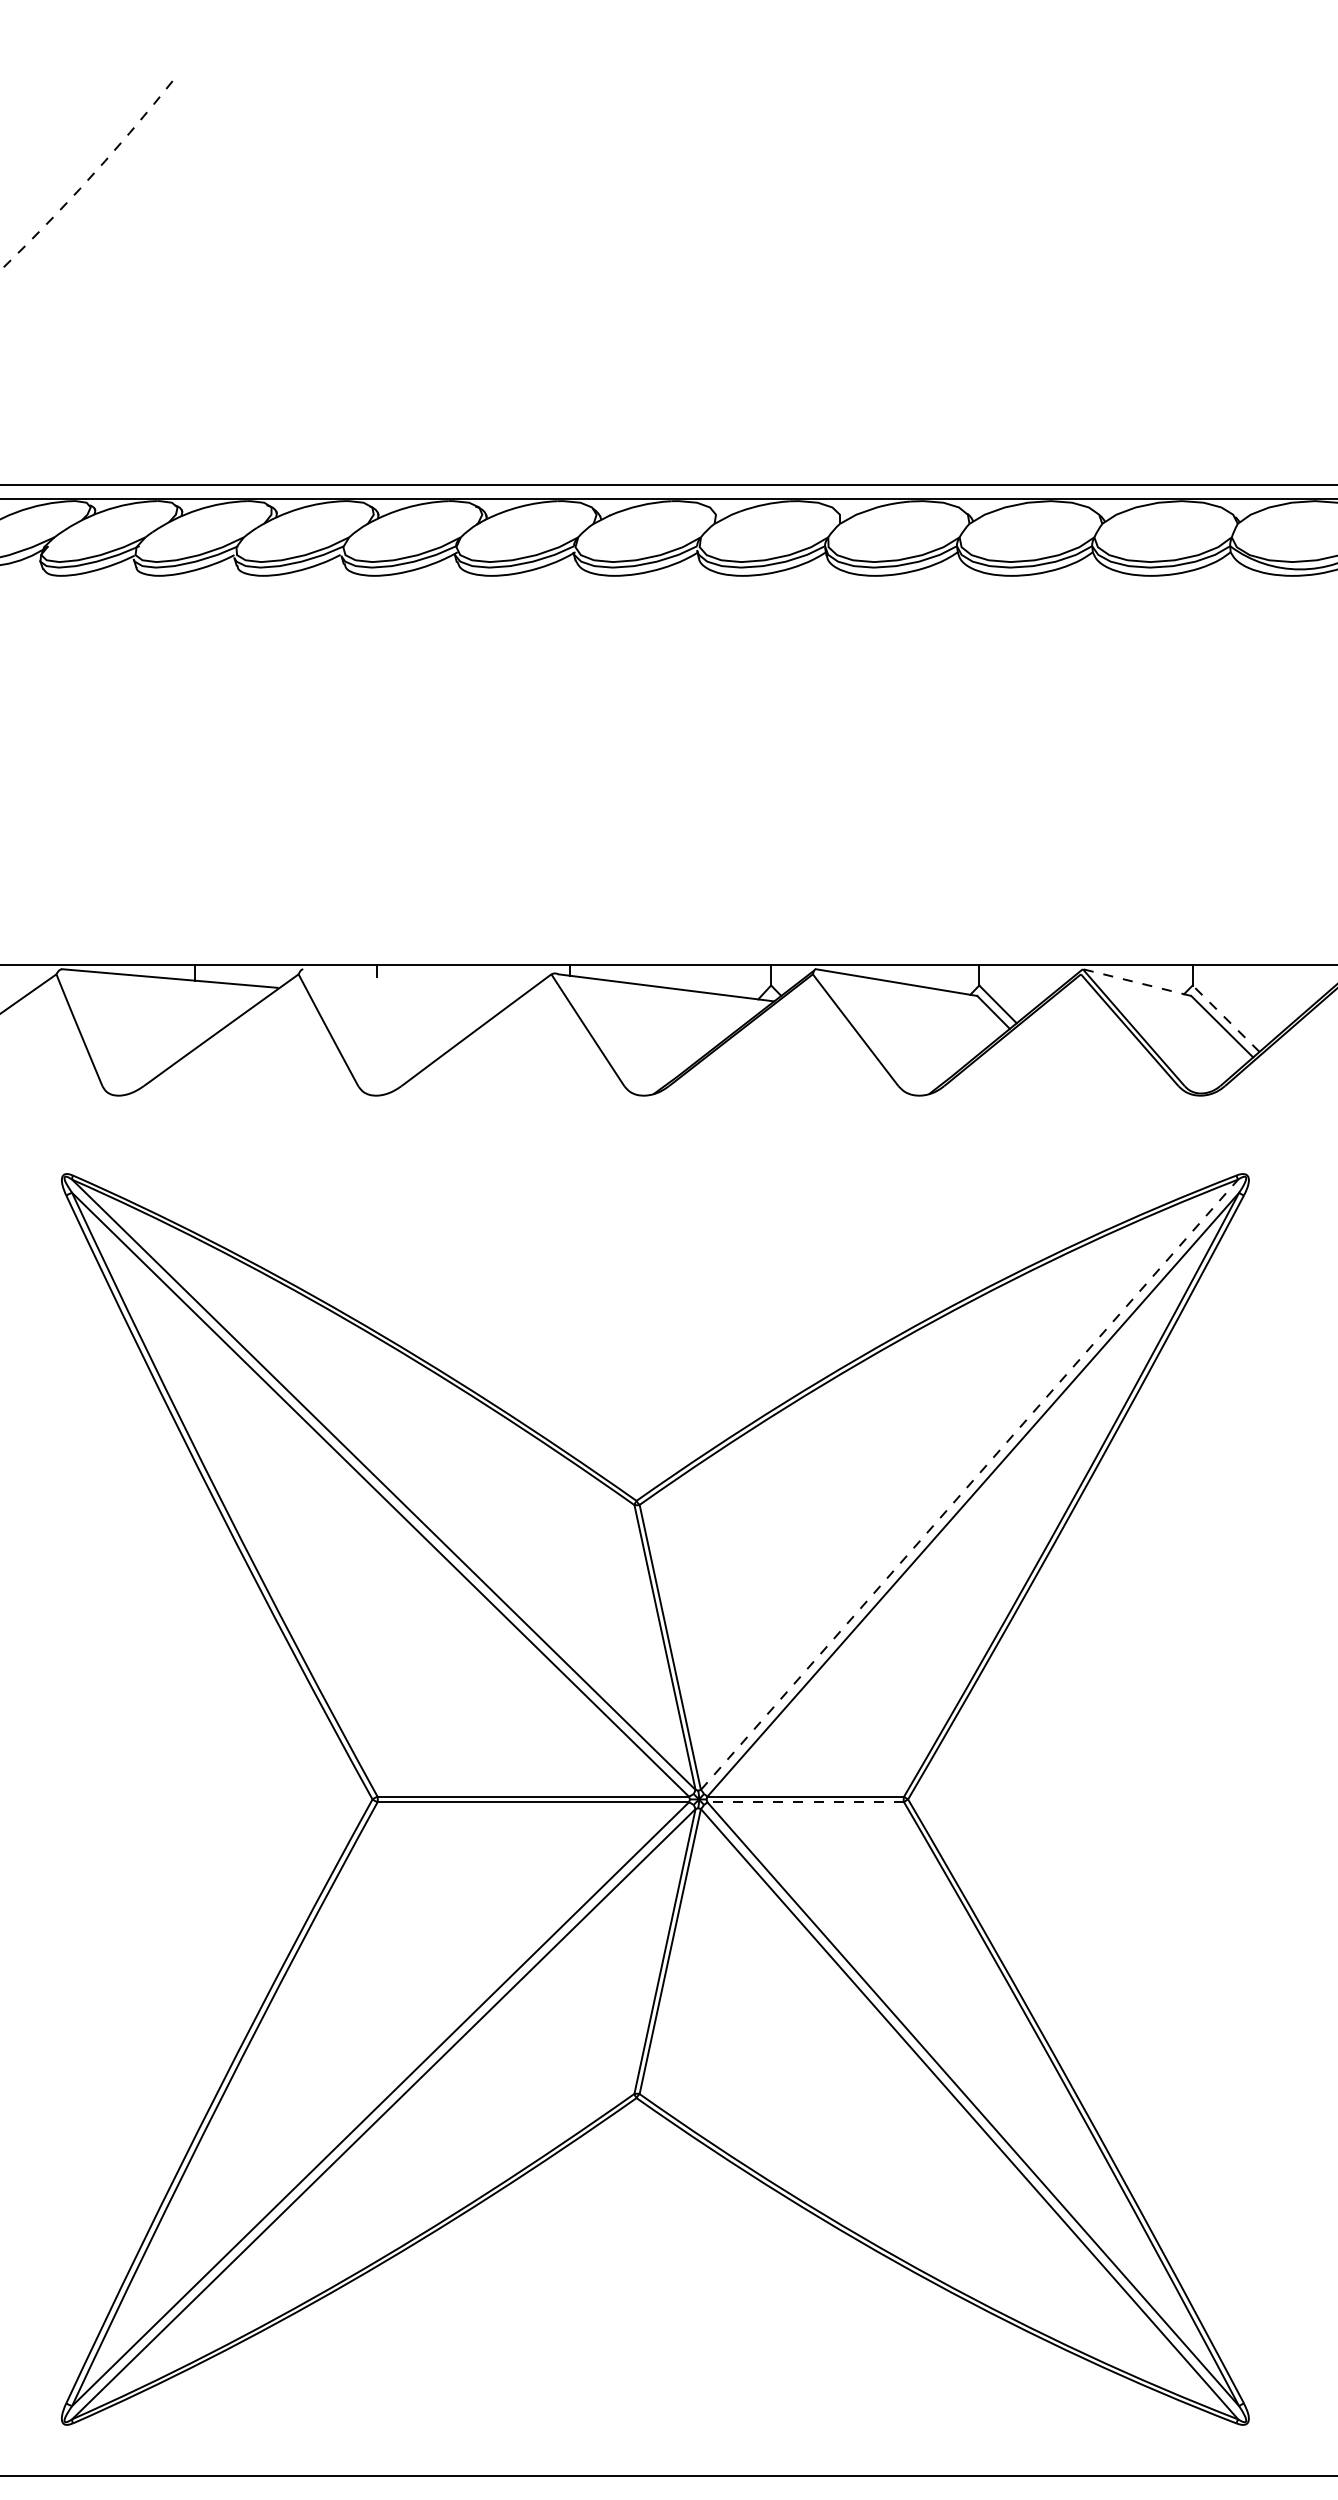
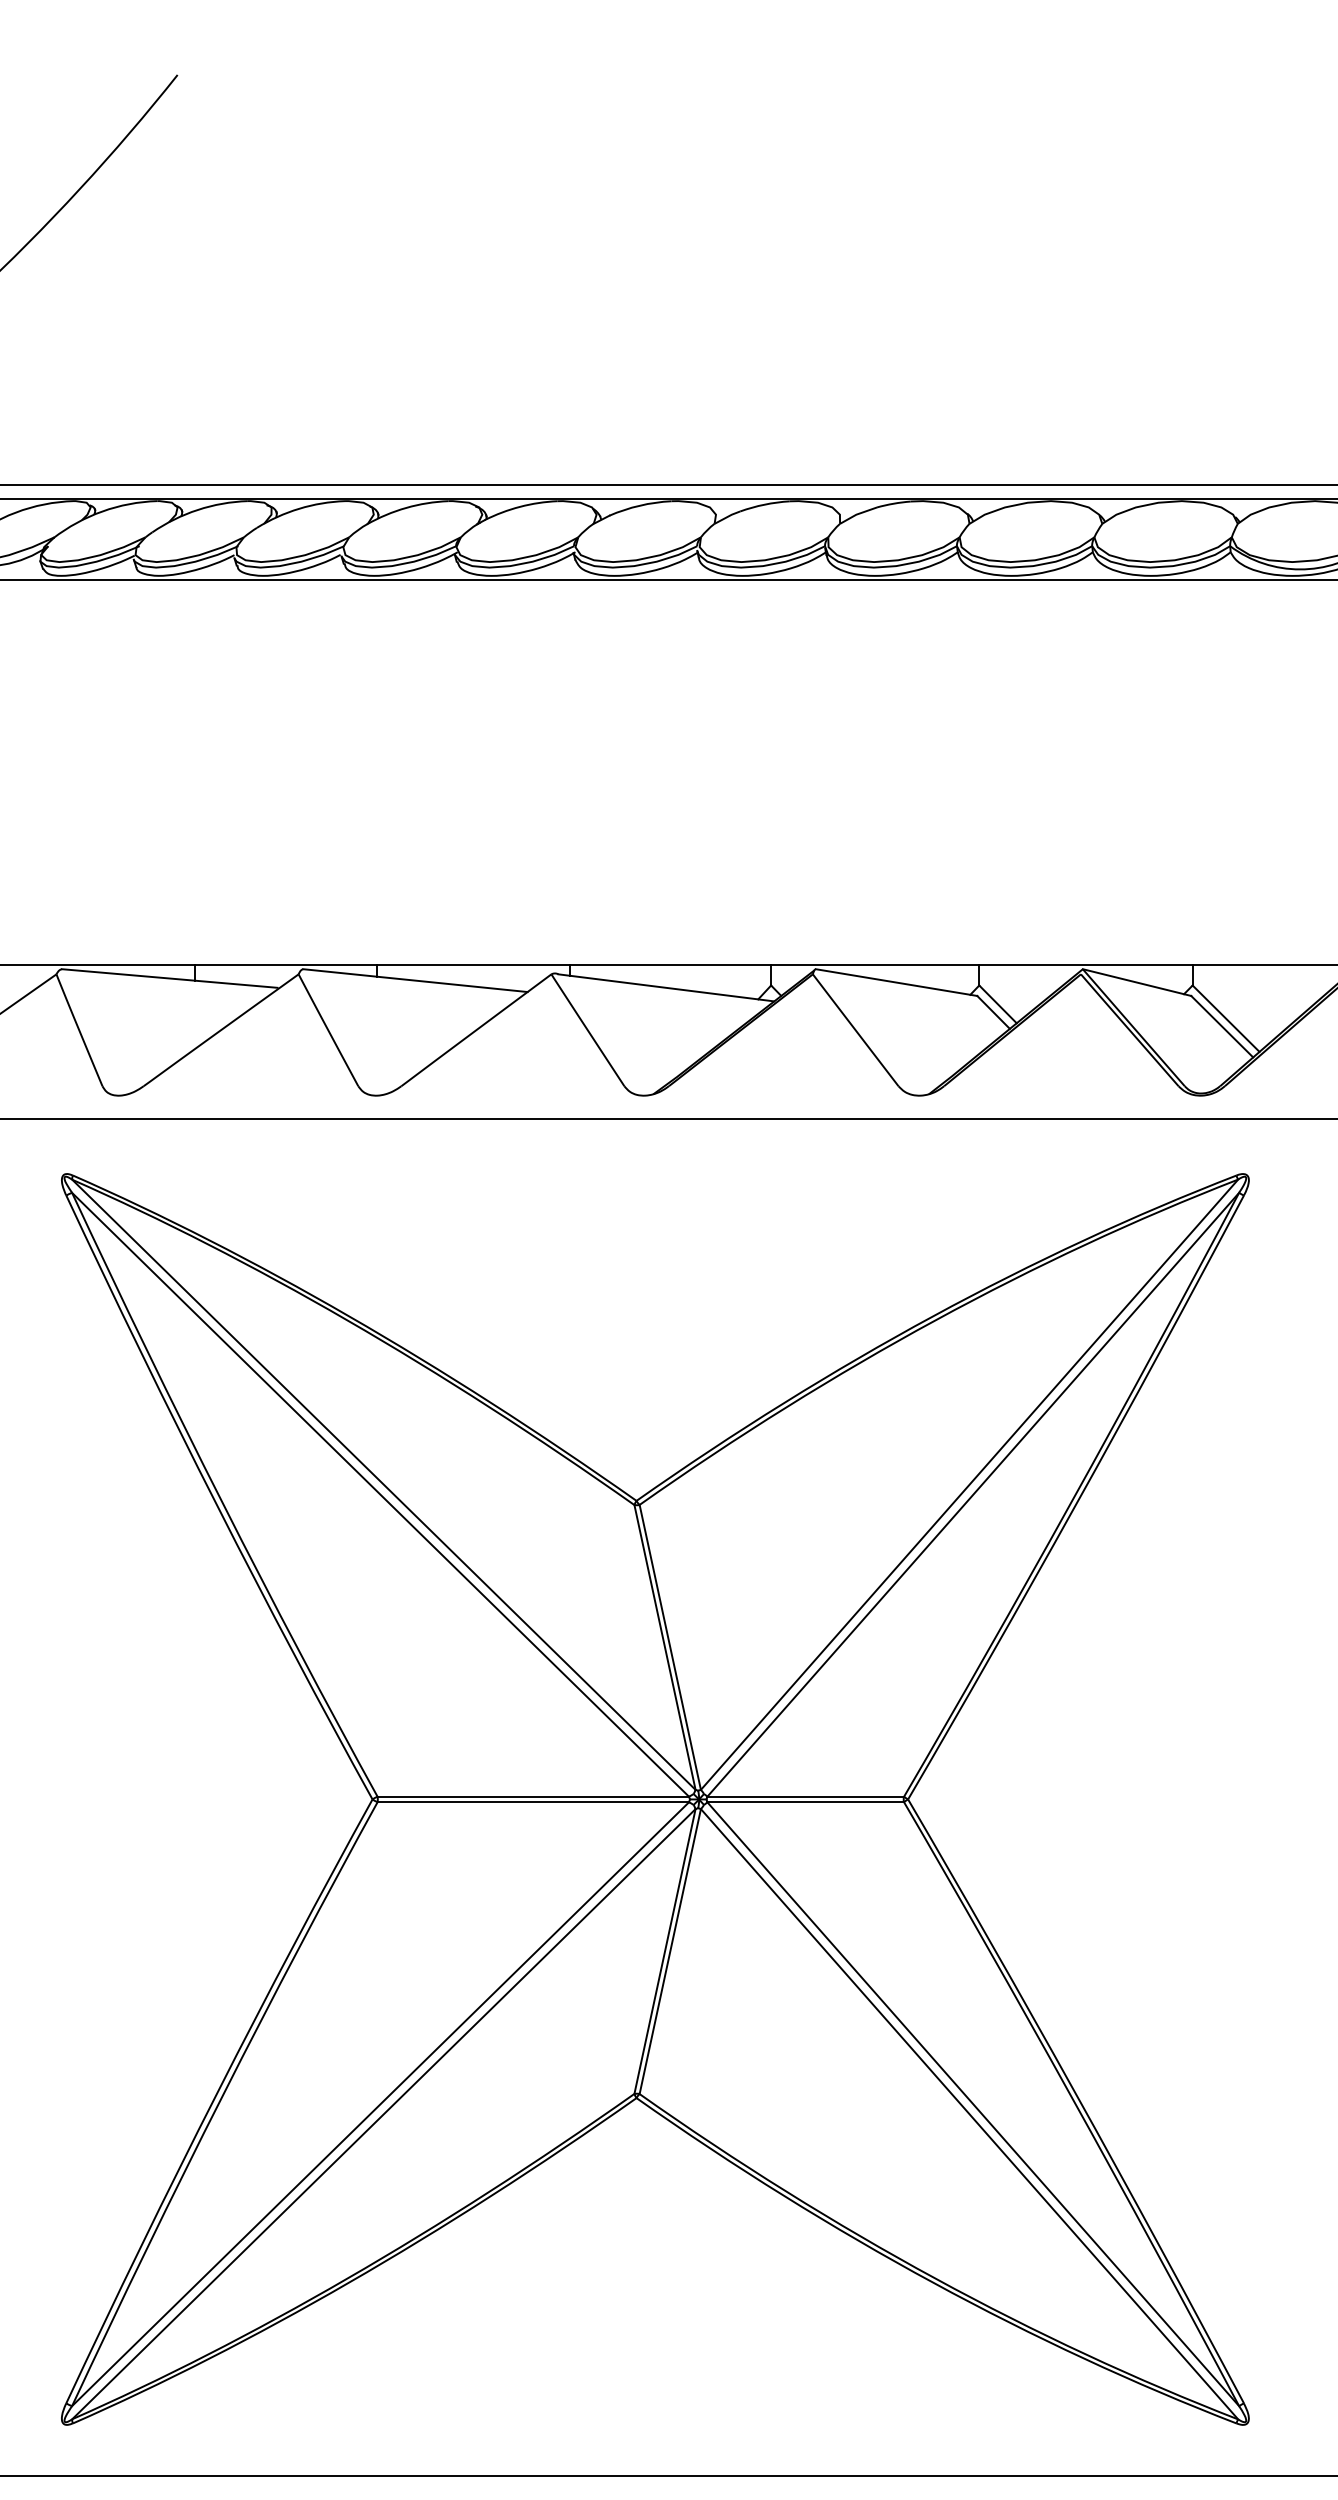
arc at (91, 176): dashed -> solid
line at (668, 580): none -> present
line at (415, 980): none -> present
line at (1137, 982): dashed -> solid
line at (1225, 1018): dashed -> solid
line at (668, 1119): none -> present
line at (969, 1484): dashed -> solid
line at (805, 1802): dashed -> solid
